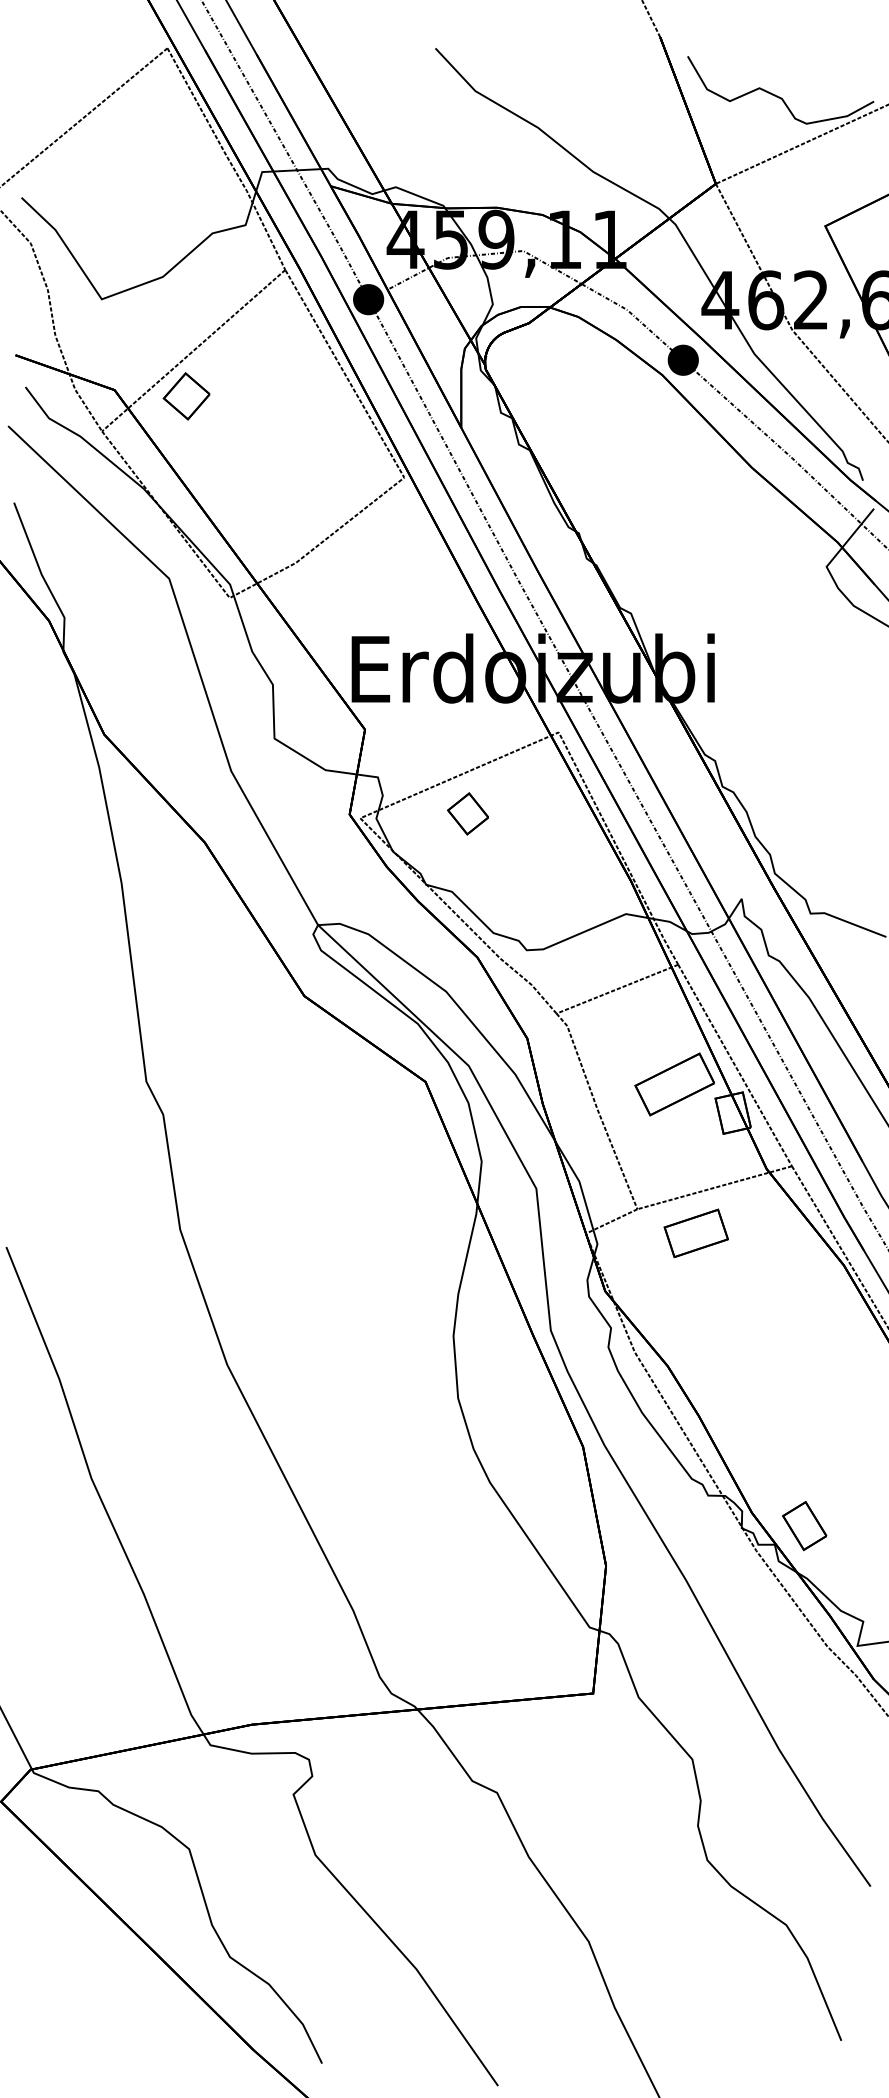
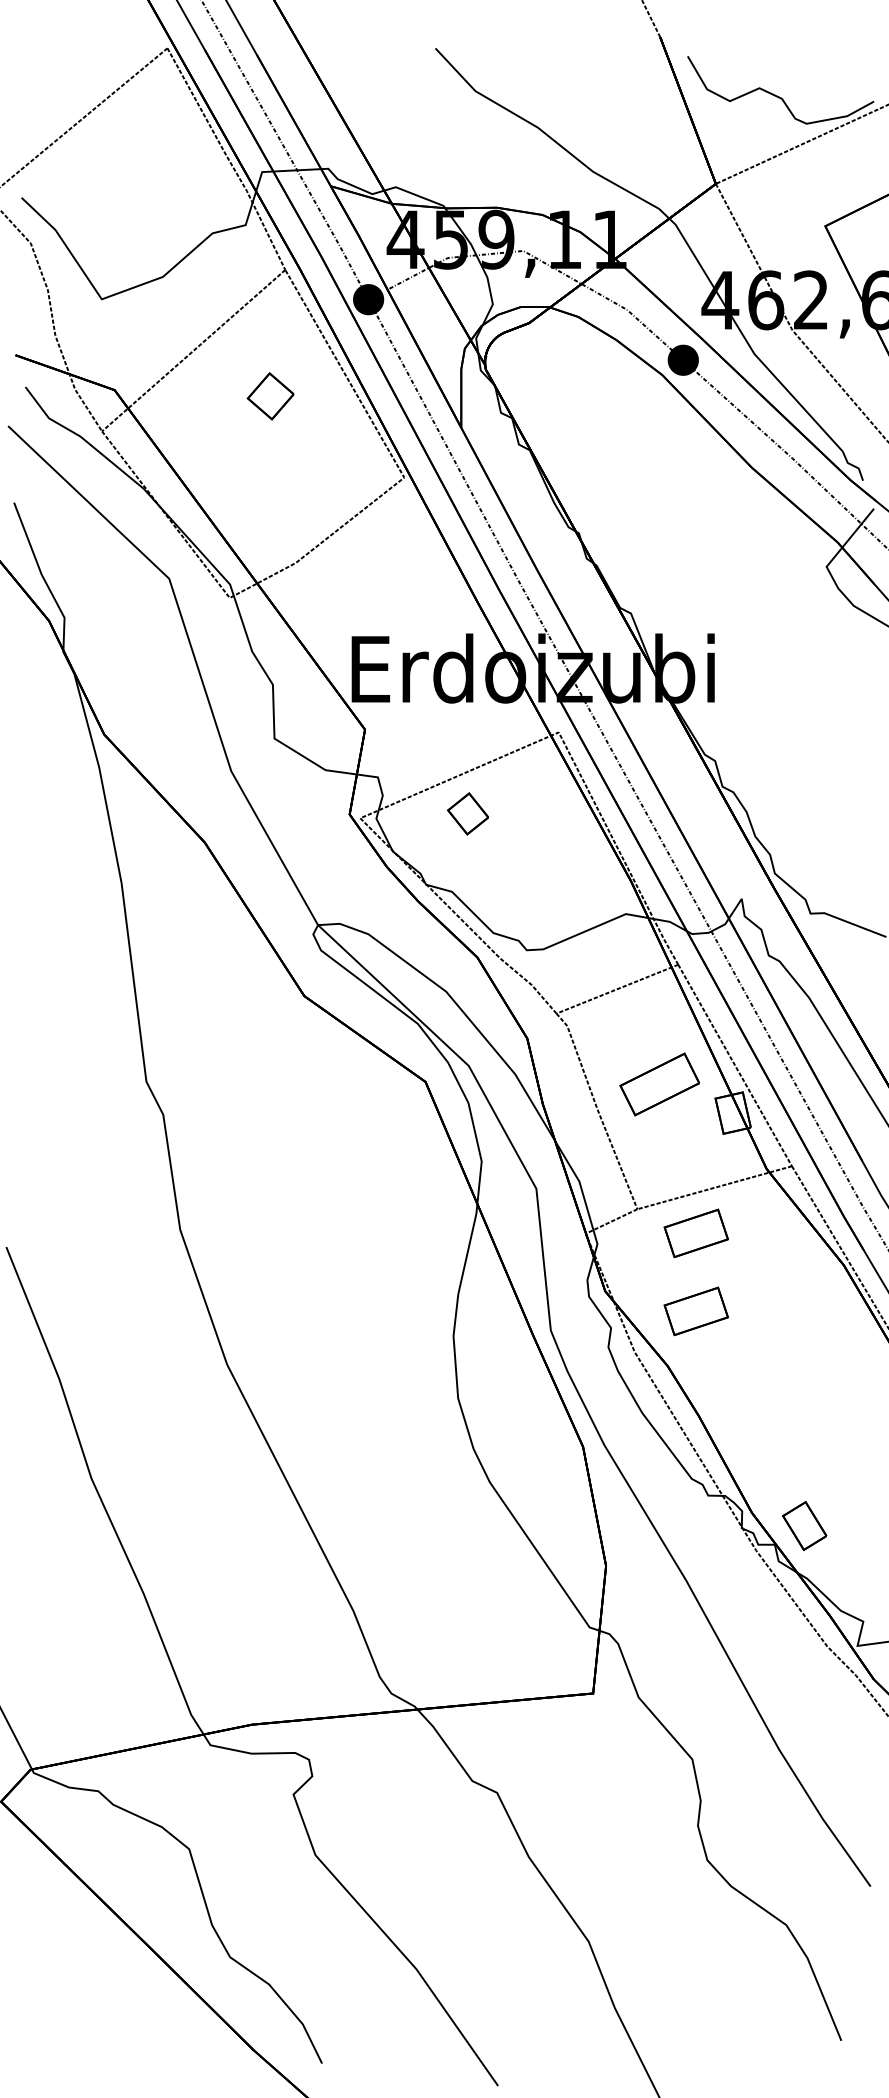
part at (186, 396) position: (186, 396) -> (270, 396)
part at (674, 1084) position: (674, 1084) -> (659, 1084)
part at (695, 1311): none -> present
